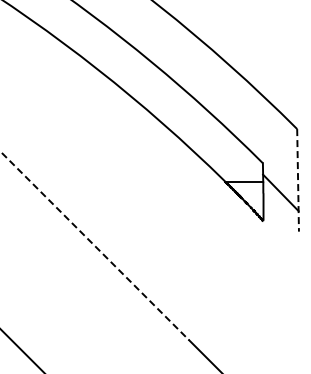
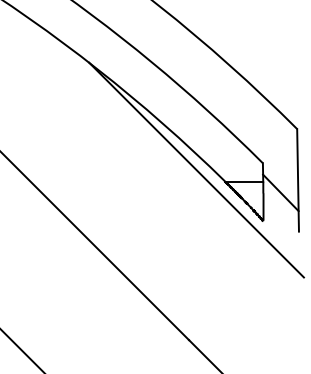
line at (196, 169): none -> present
line at (298, 180): dashed -> solid
line at (95, 246): dashed -> solid
